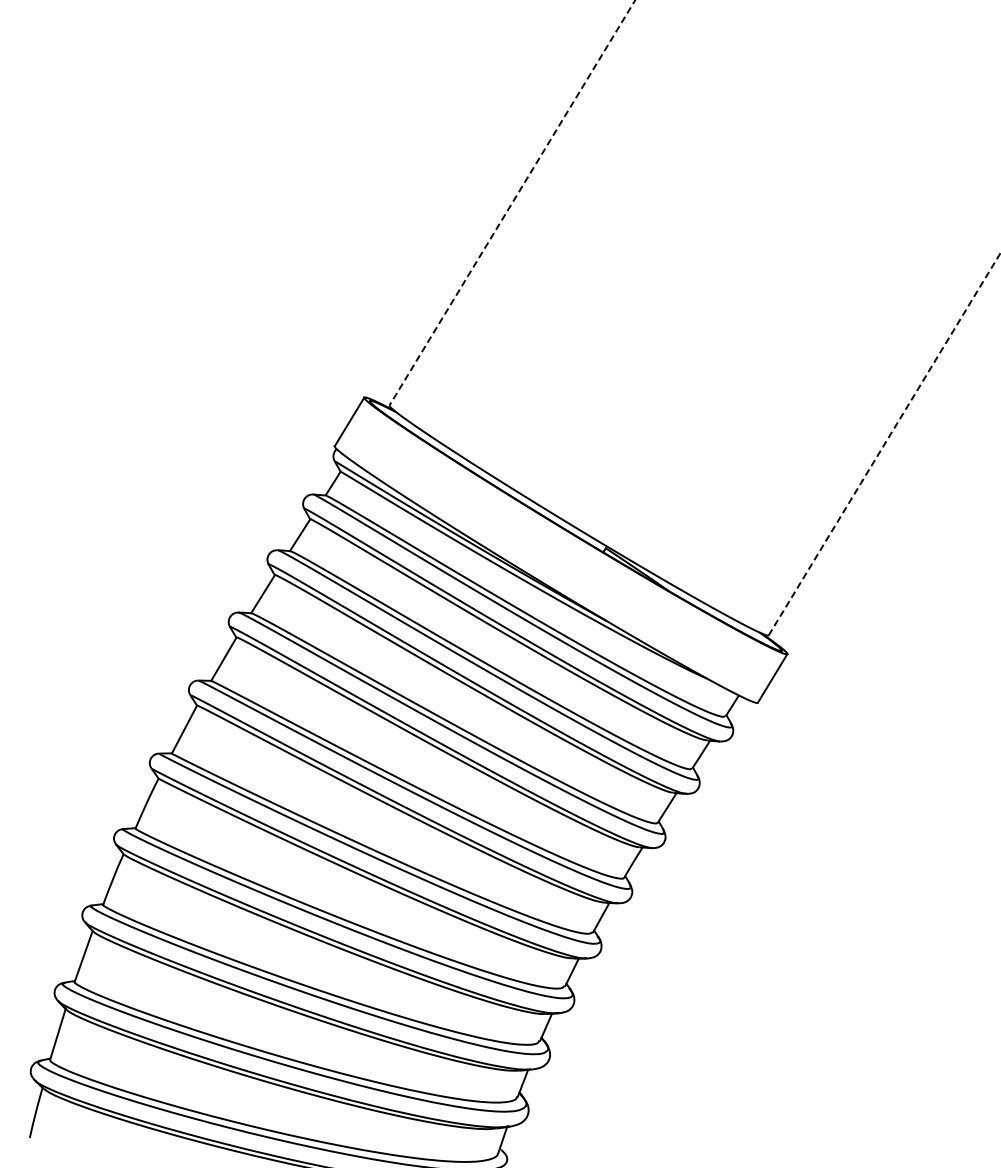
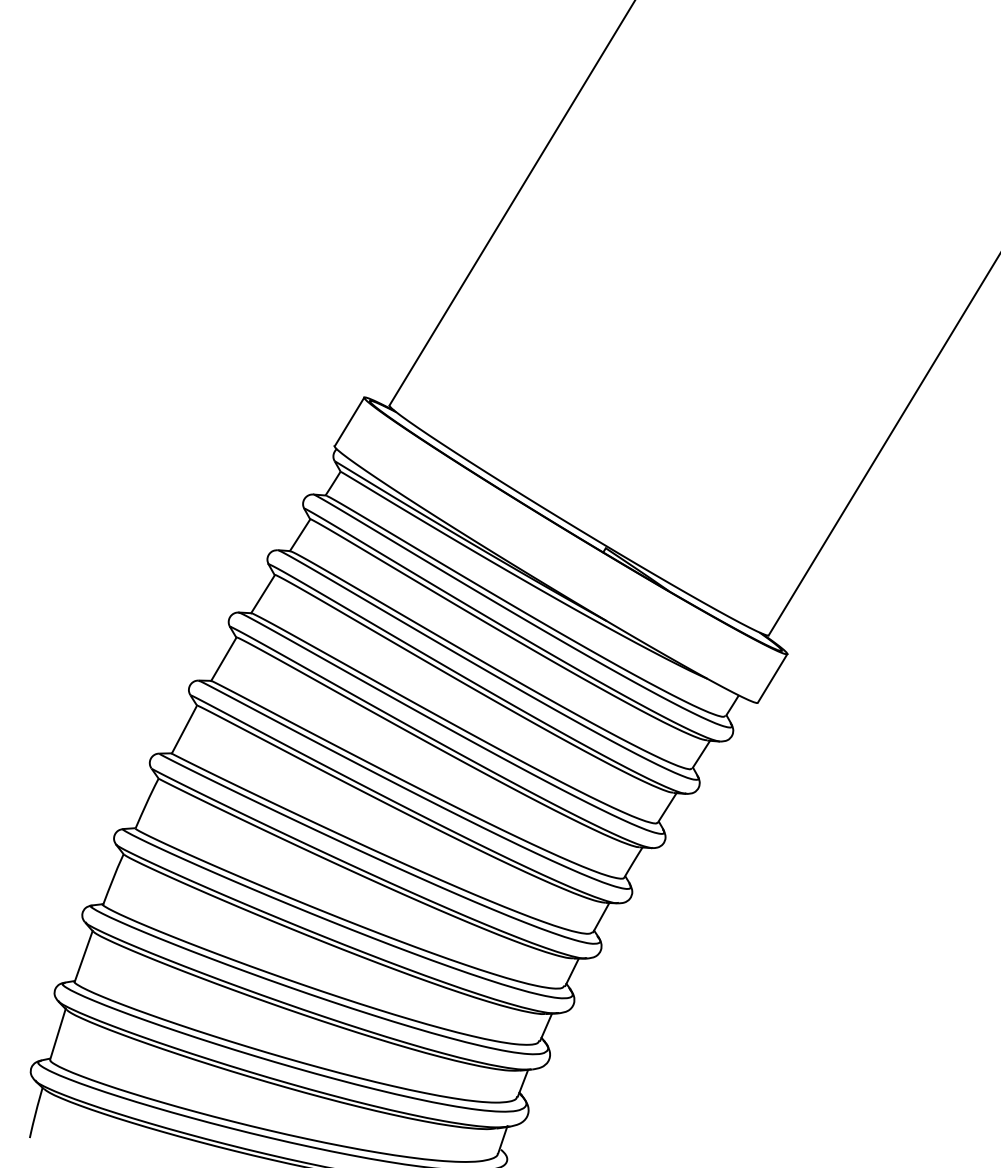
line at (512, 202): dashed -> solid
line at (884, 444): dashed -> solid
